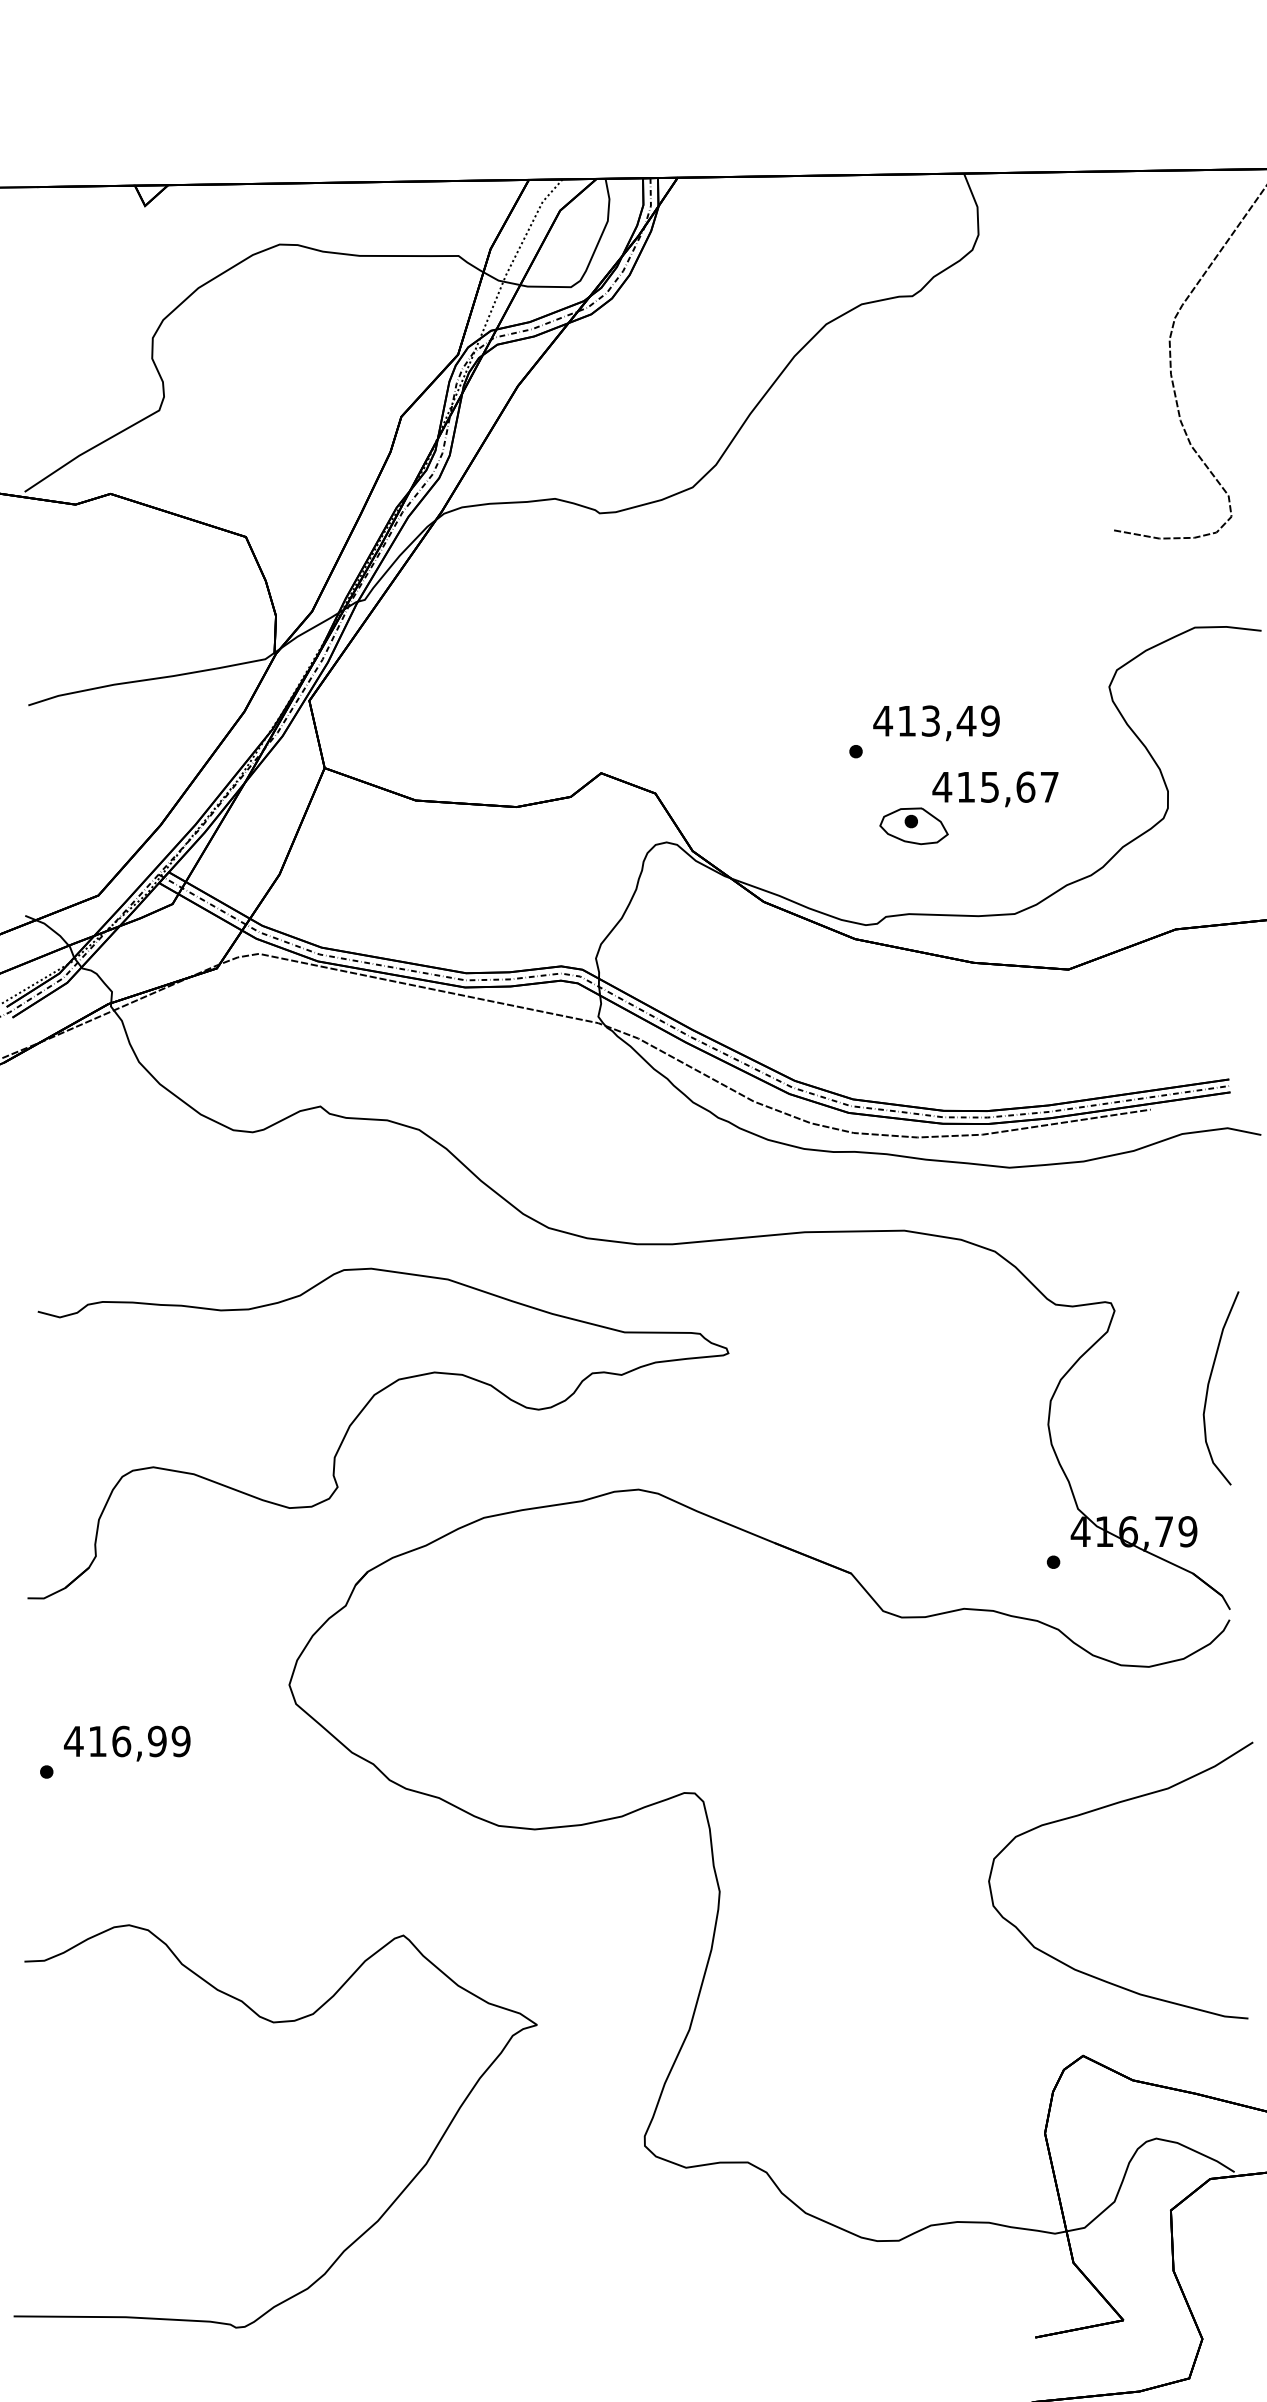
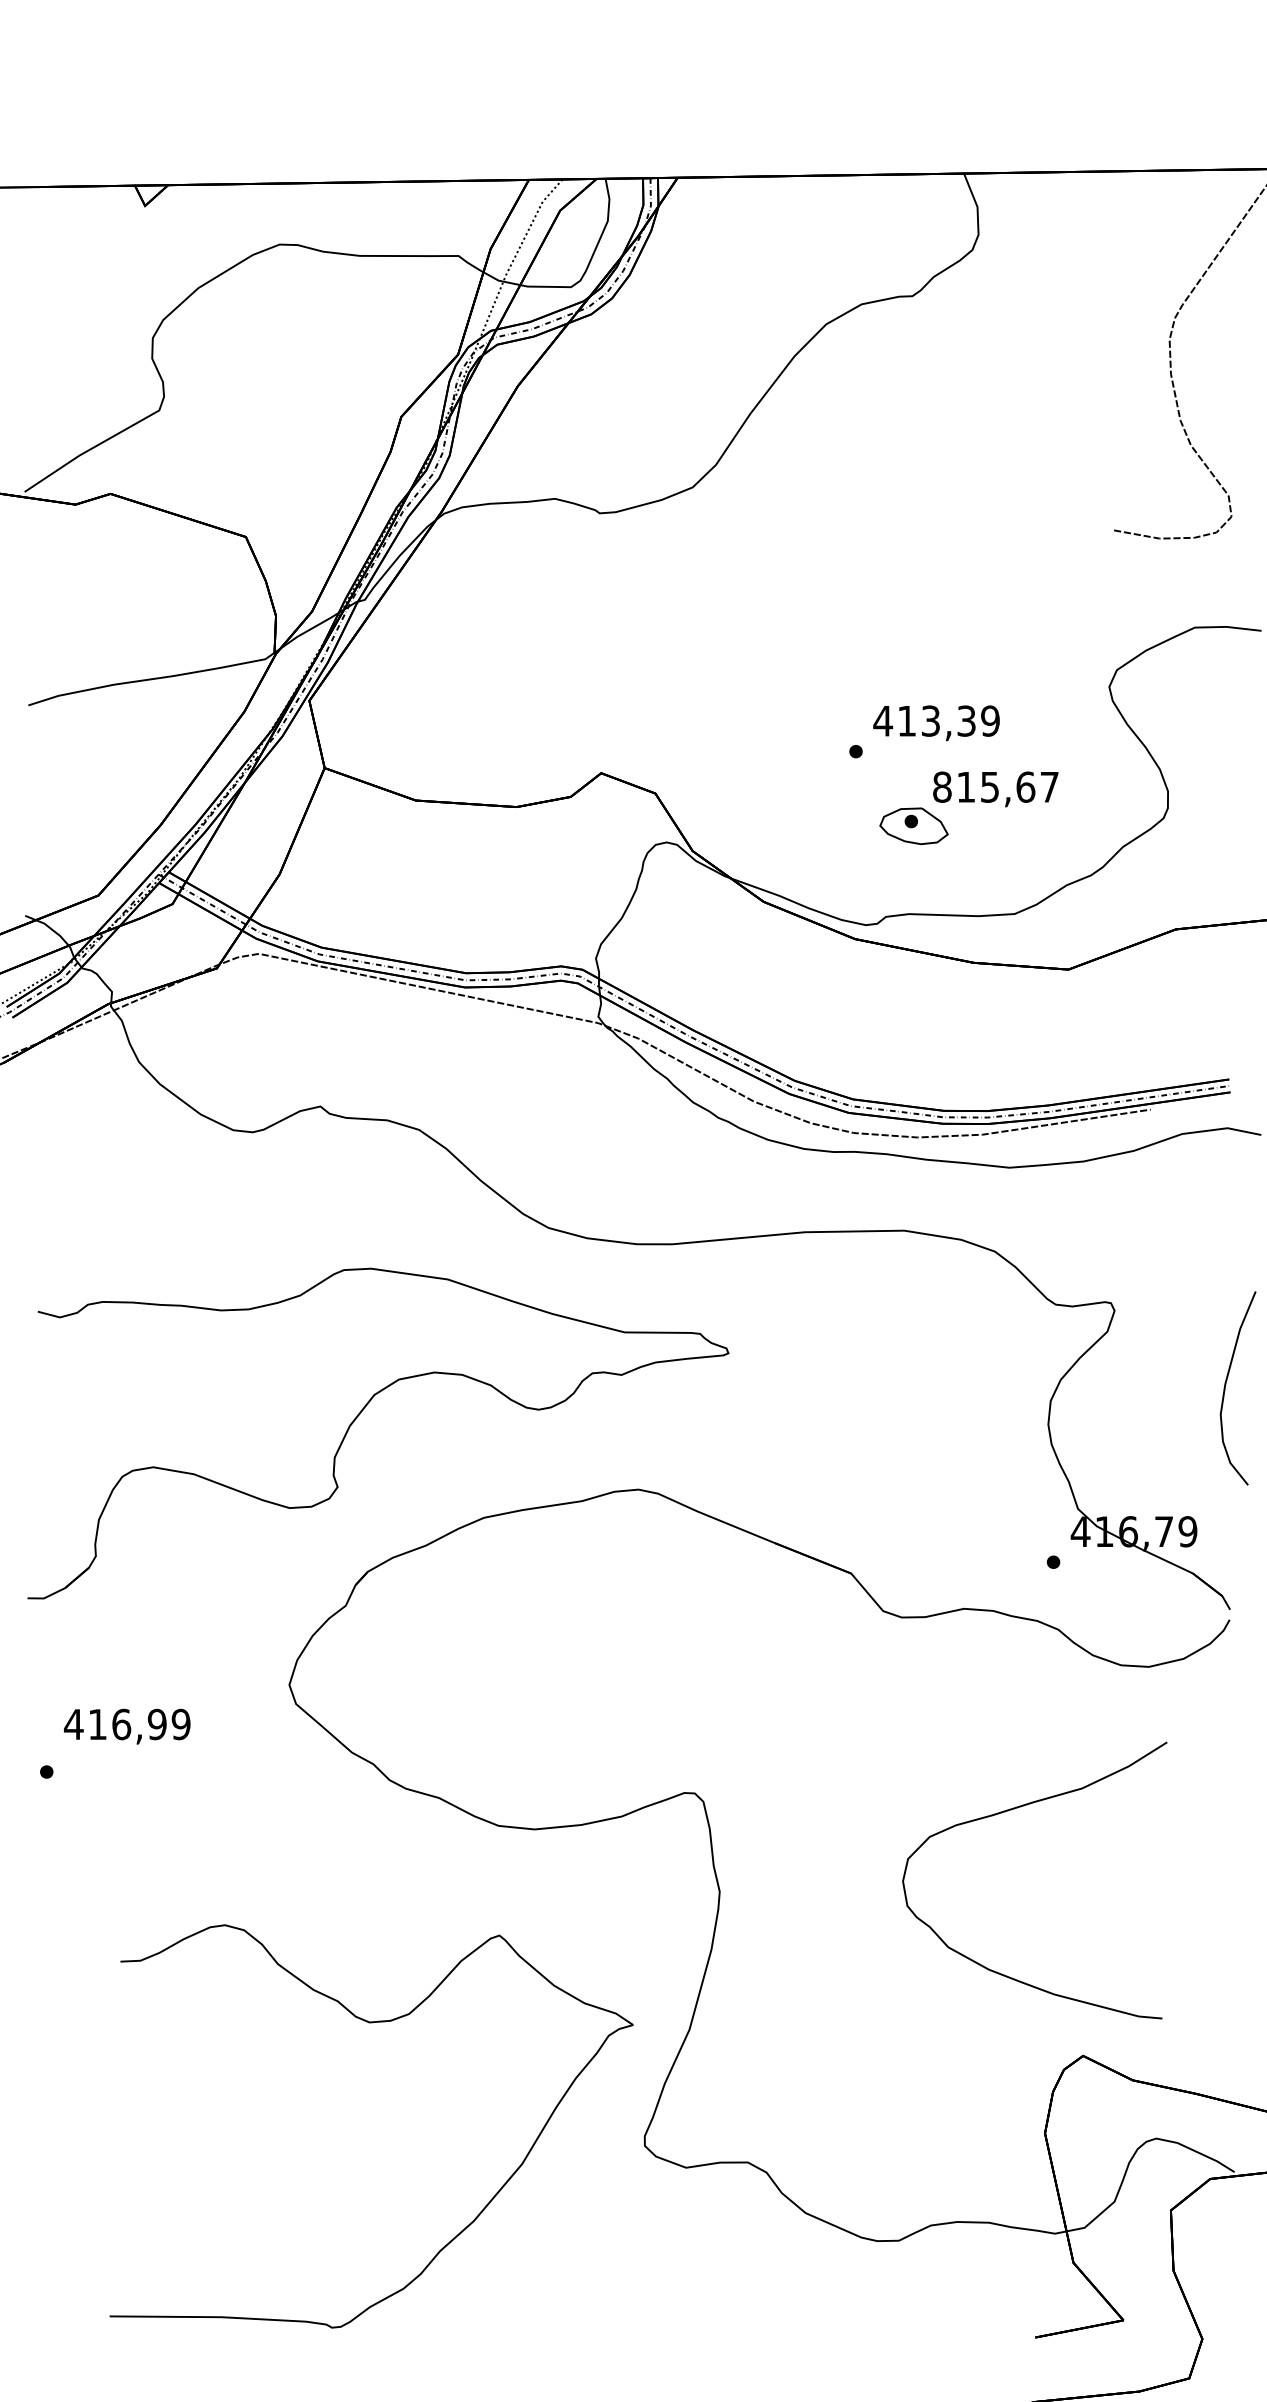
text at (966, 720): 413,49 -> 413,39
text at (942, 786): 415,67 -> 815,67
curve at (1209, 1384) position: (1209, 1384) -> (1226, 1384)
text at (127, 1743) position: (127, 1743) -> (127, 1726)
curve at (1097, 1810) position: (1097, 1810) -> (1011, 1810)
curve at (275, 2023) position: (275, 2023) -> (371, 2023)
